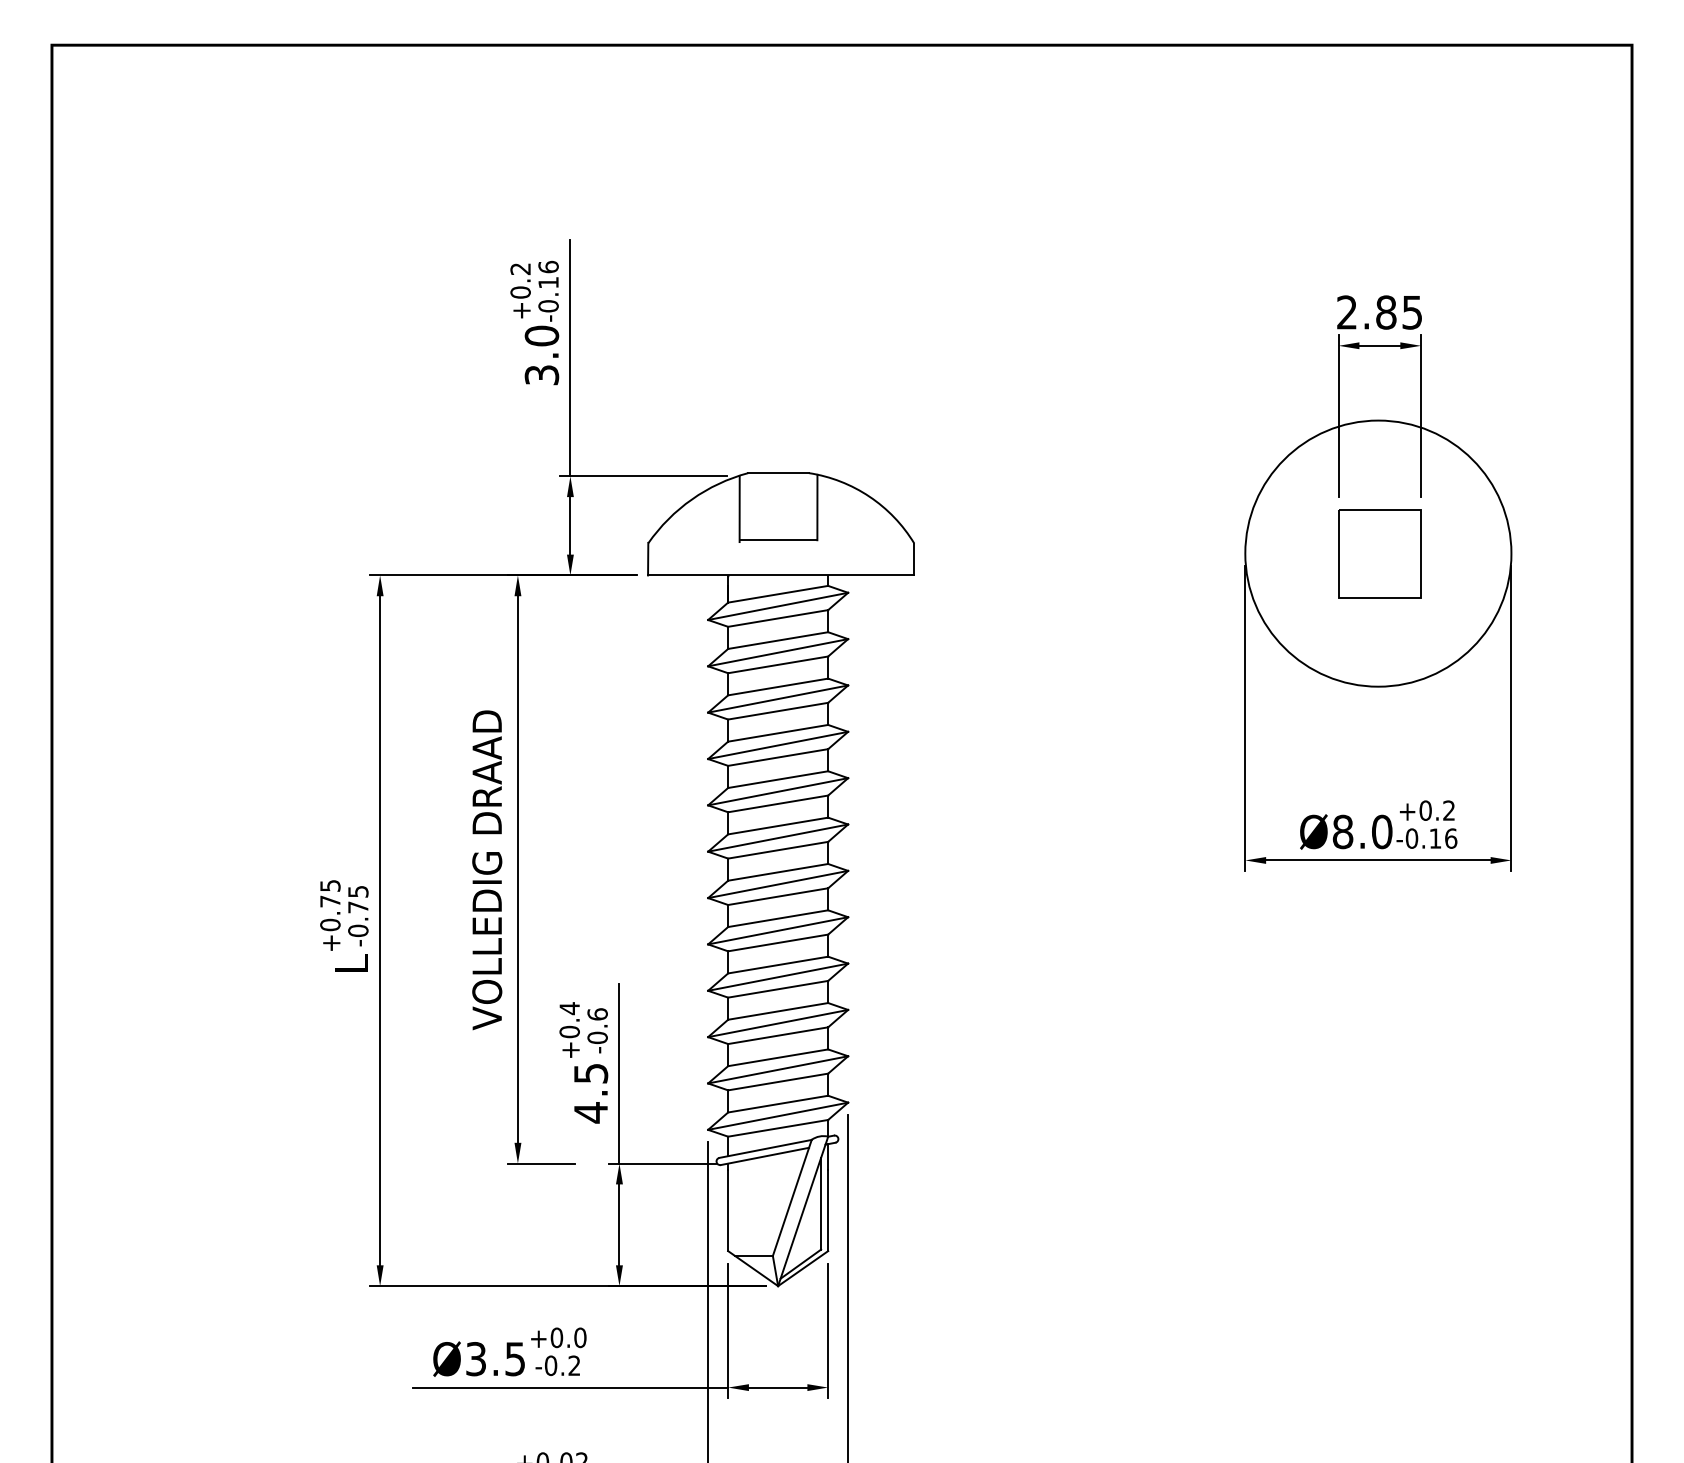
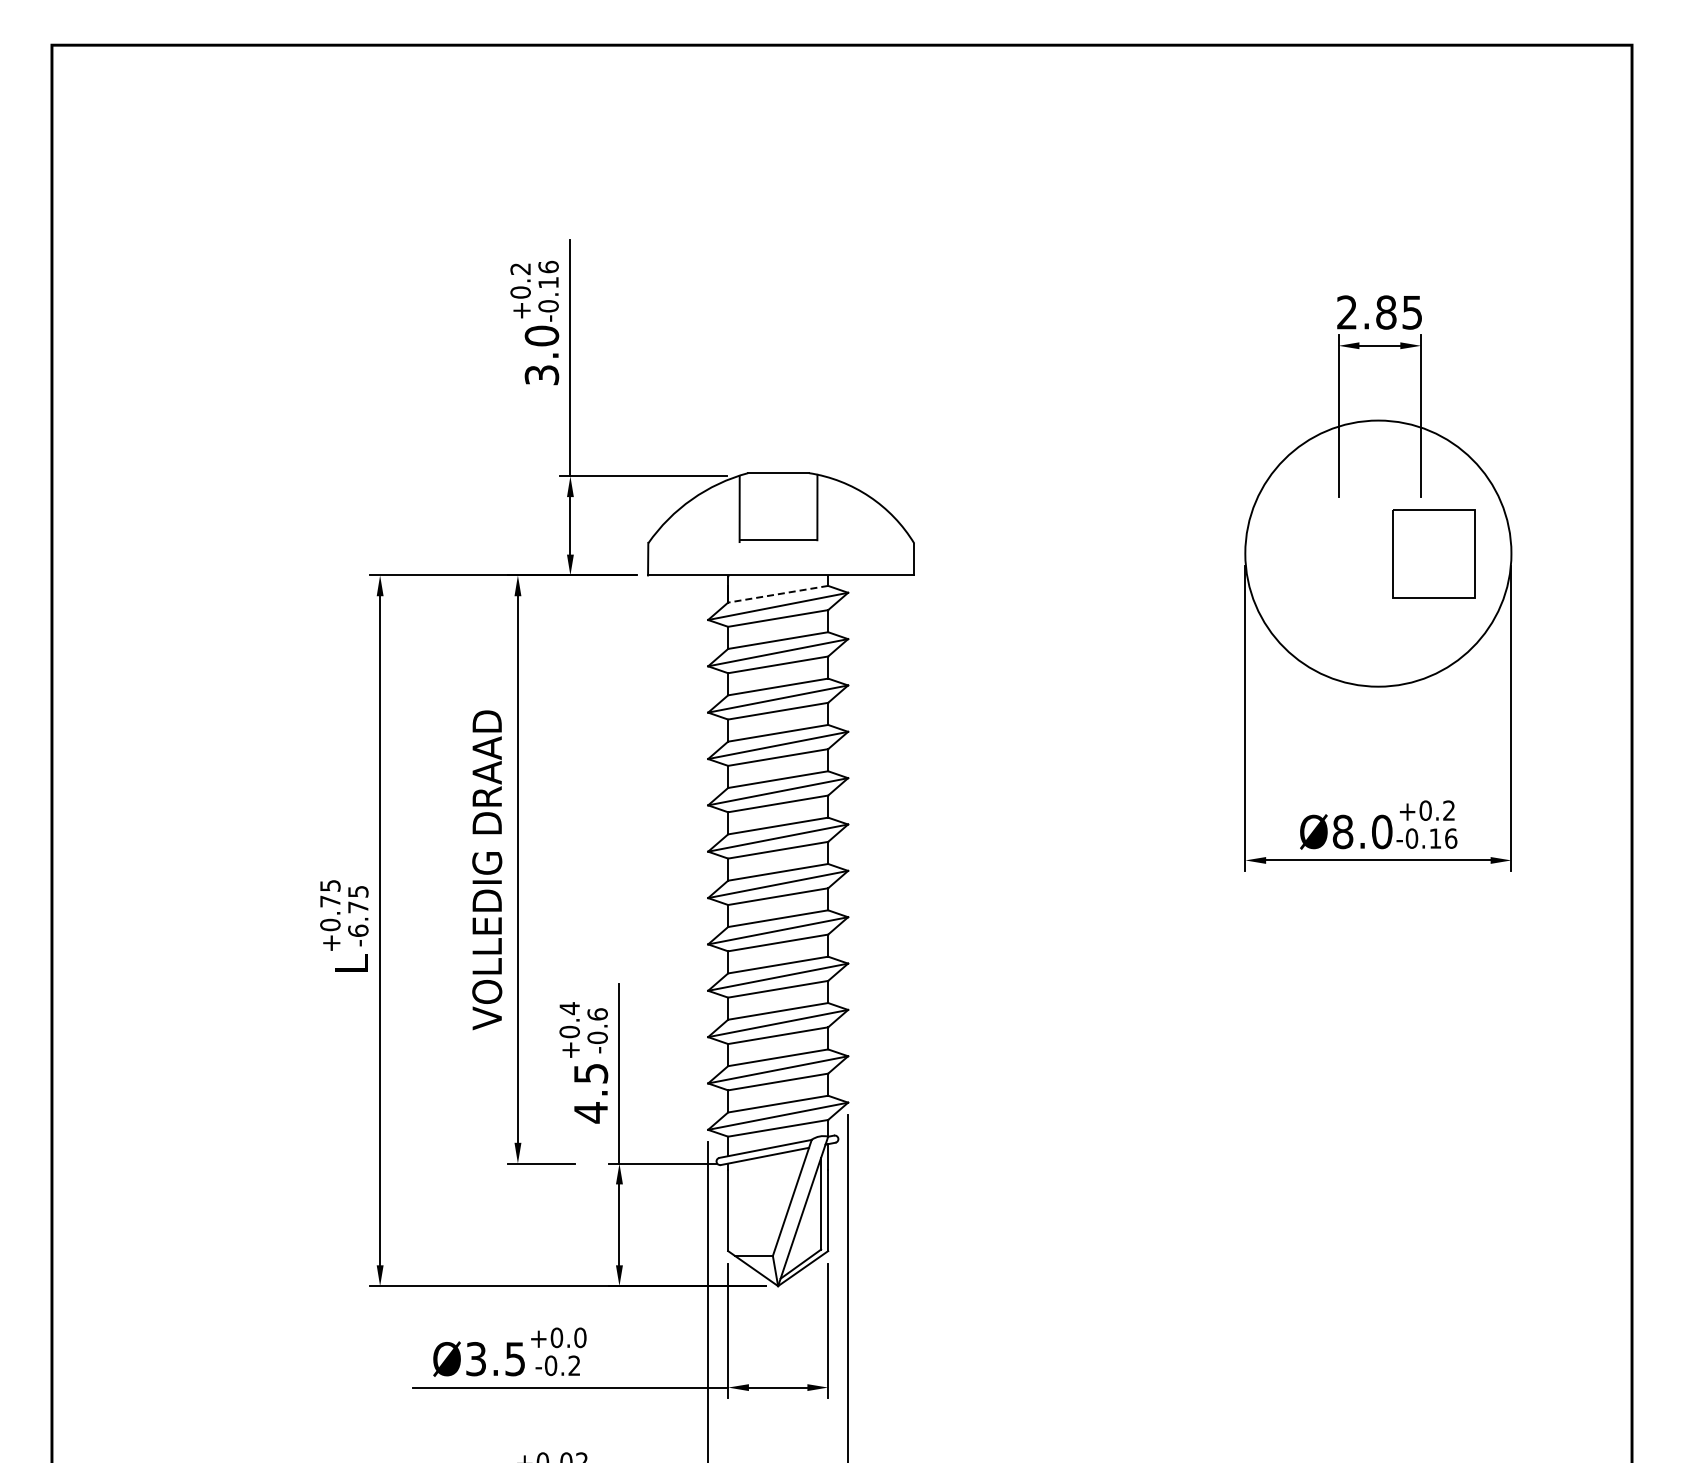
part at (1379, 553) position: (1379, 553) -> (1433, 553)
line at (778, 594): solid -> dashed
text at (358, 930): -0.75 -> -6.75
